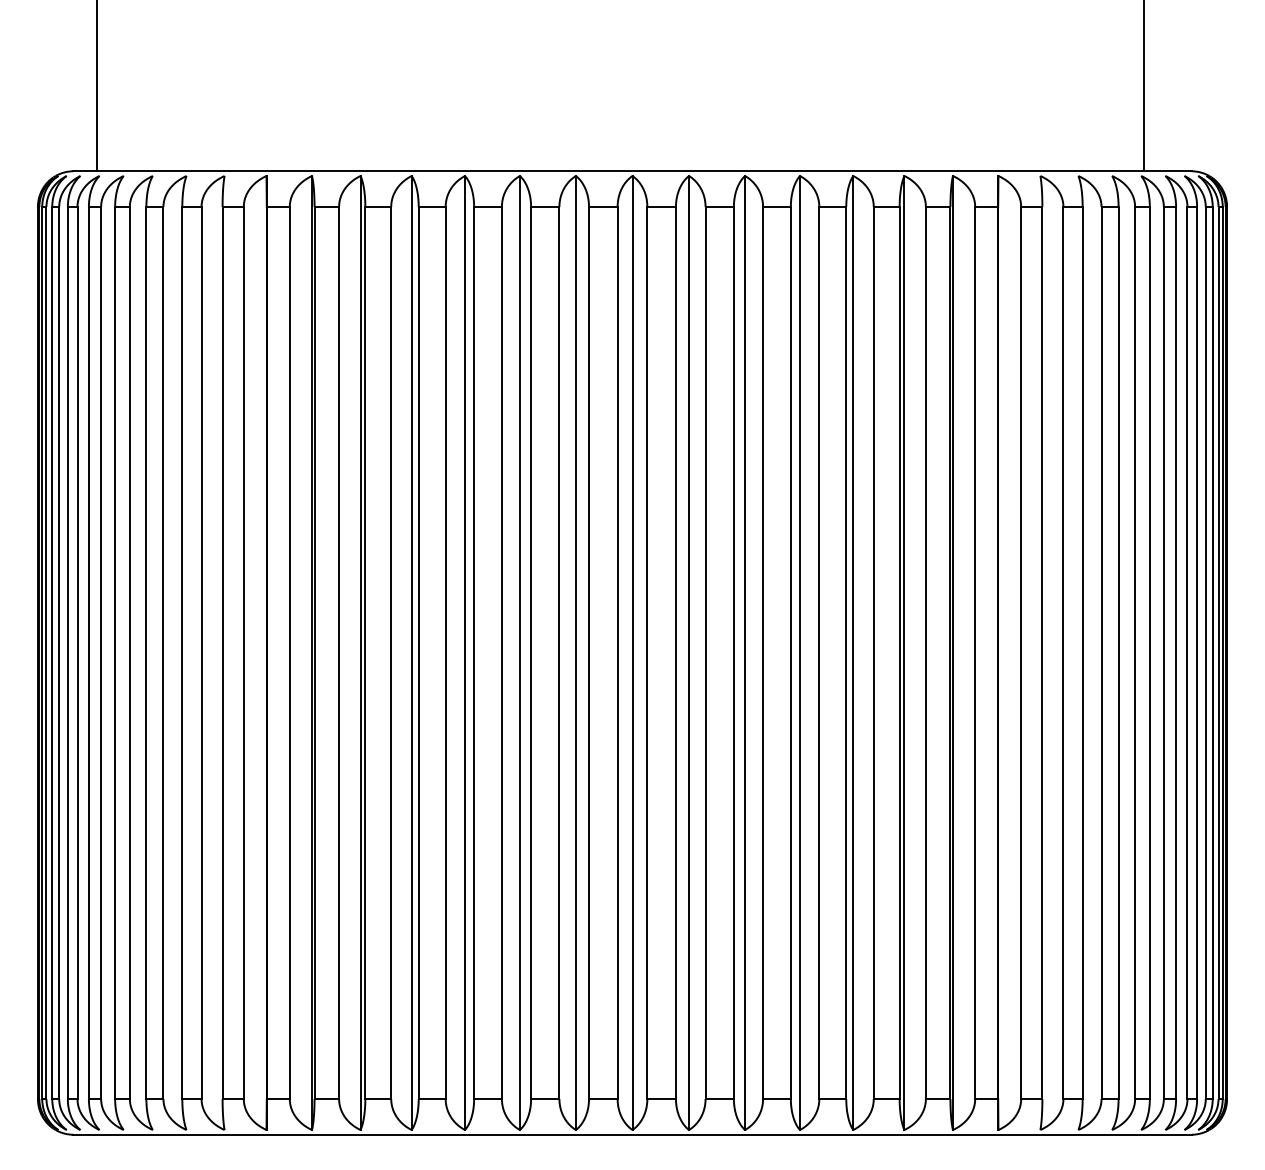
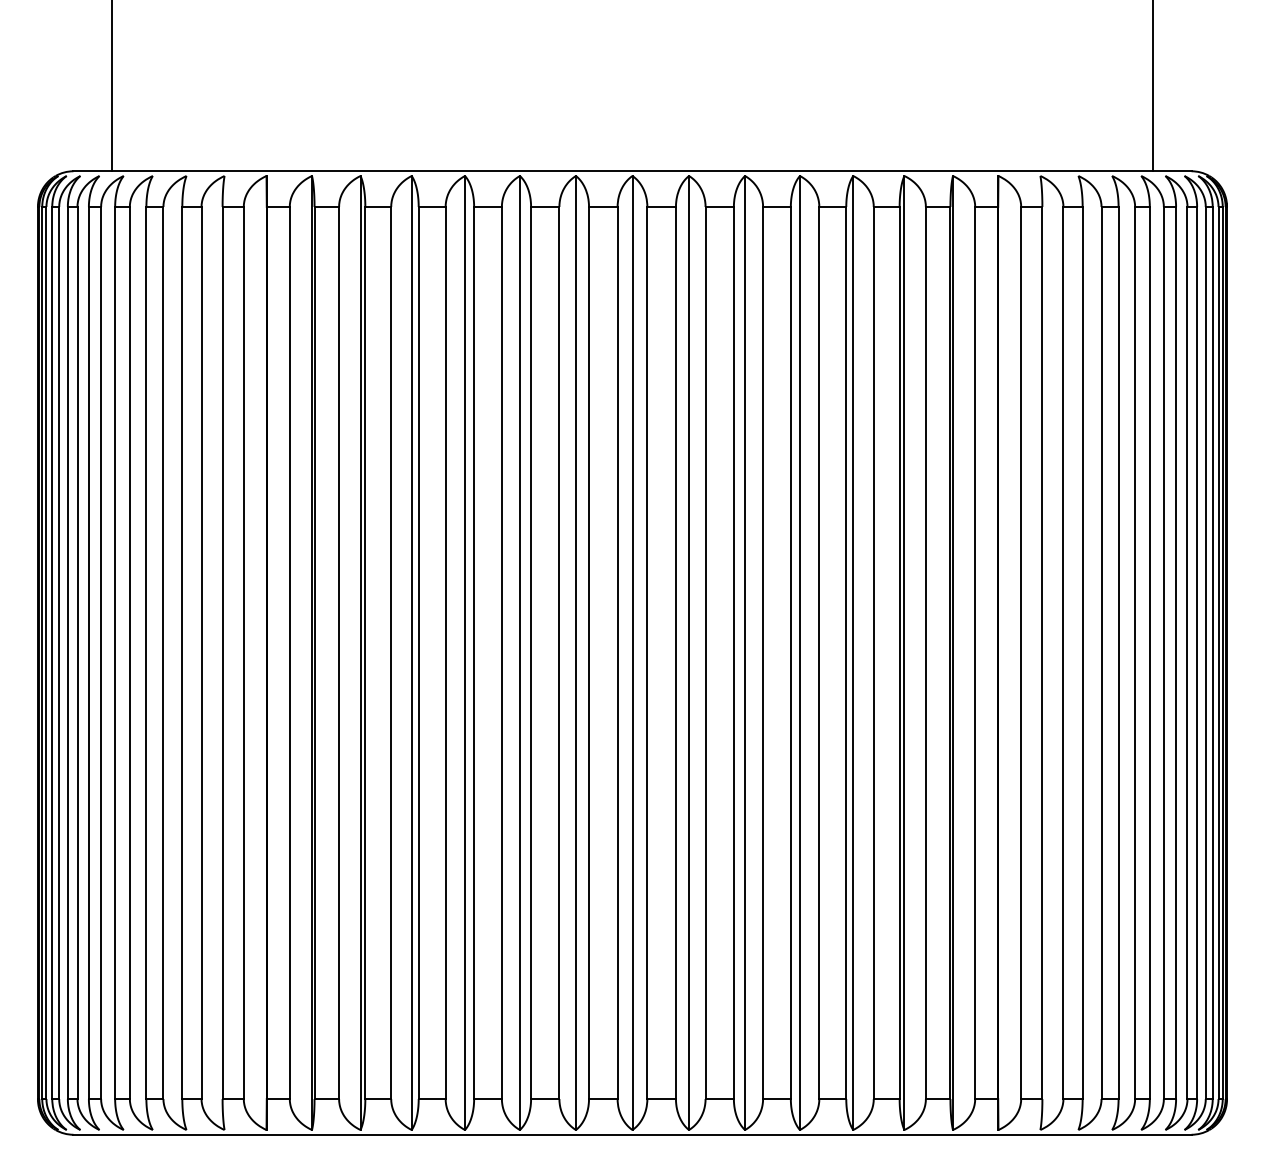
line at (97, 86) position: (97, 86) -> (112, 86)
line at (1143, 86) position: (1143, 86) -> (1152, 86)
